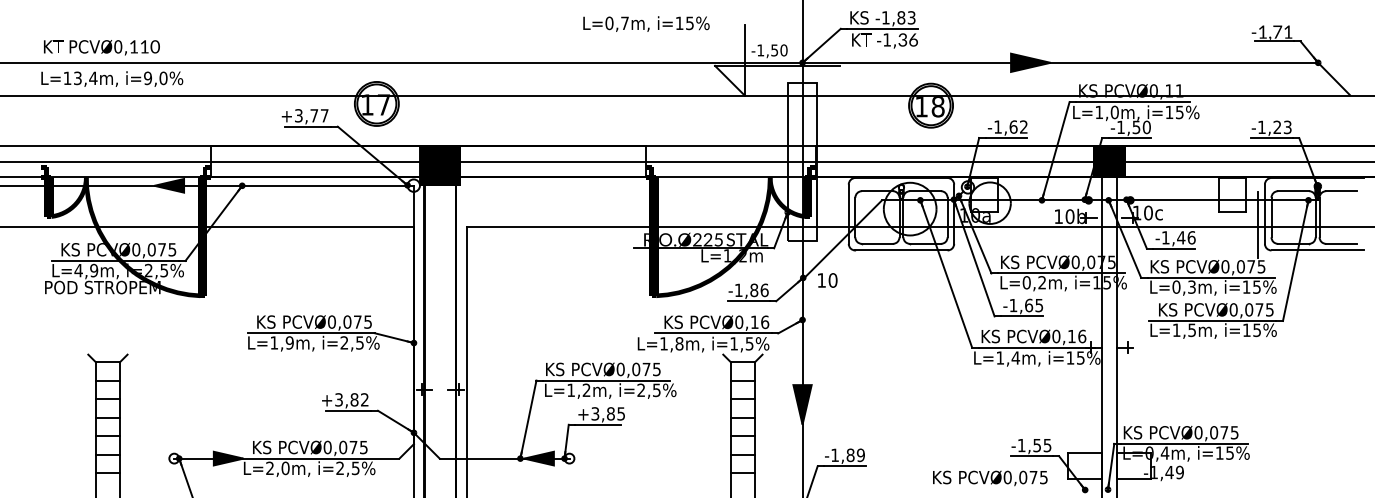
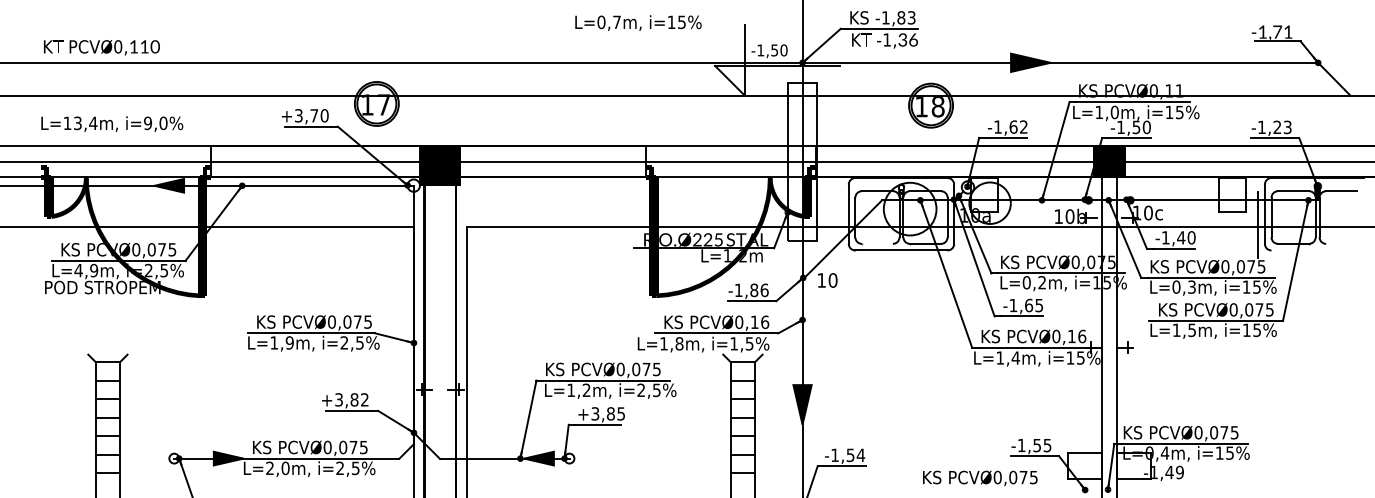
text at (646, 23) position: (646, 23) -> (638, 22)
text at (112, 78) position: (112, 78) -> (112, 123)
text at (324, 115): +3,77 -> +3,70
text at (1191, 237): -1,46 -> -1,40
line at (876, 243): present -> none
line at (1341, 243): present -> none
line at (1317, 250): present -> none
text at (855, 455): -1,89 -> -1,54
text at (990, 478) position: (990, 478) -> (980, 478)
